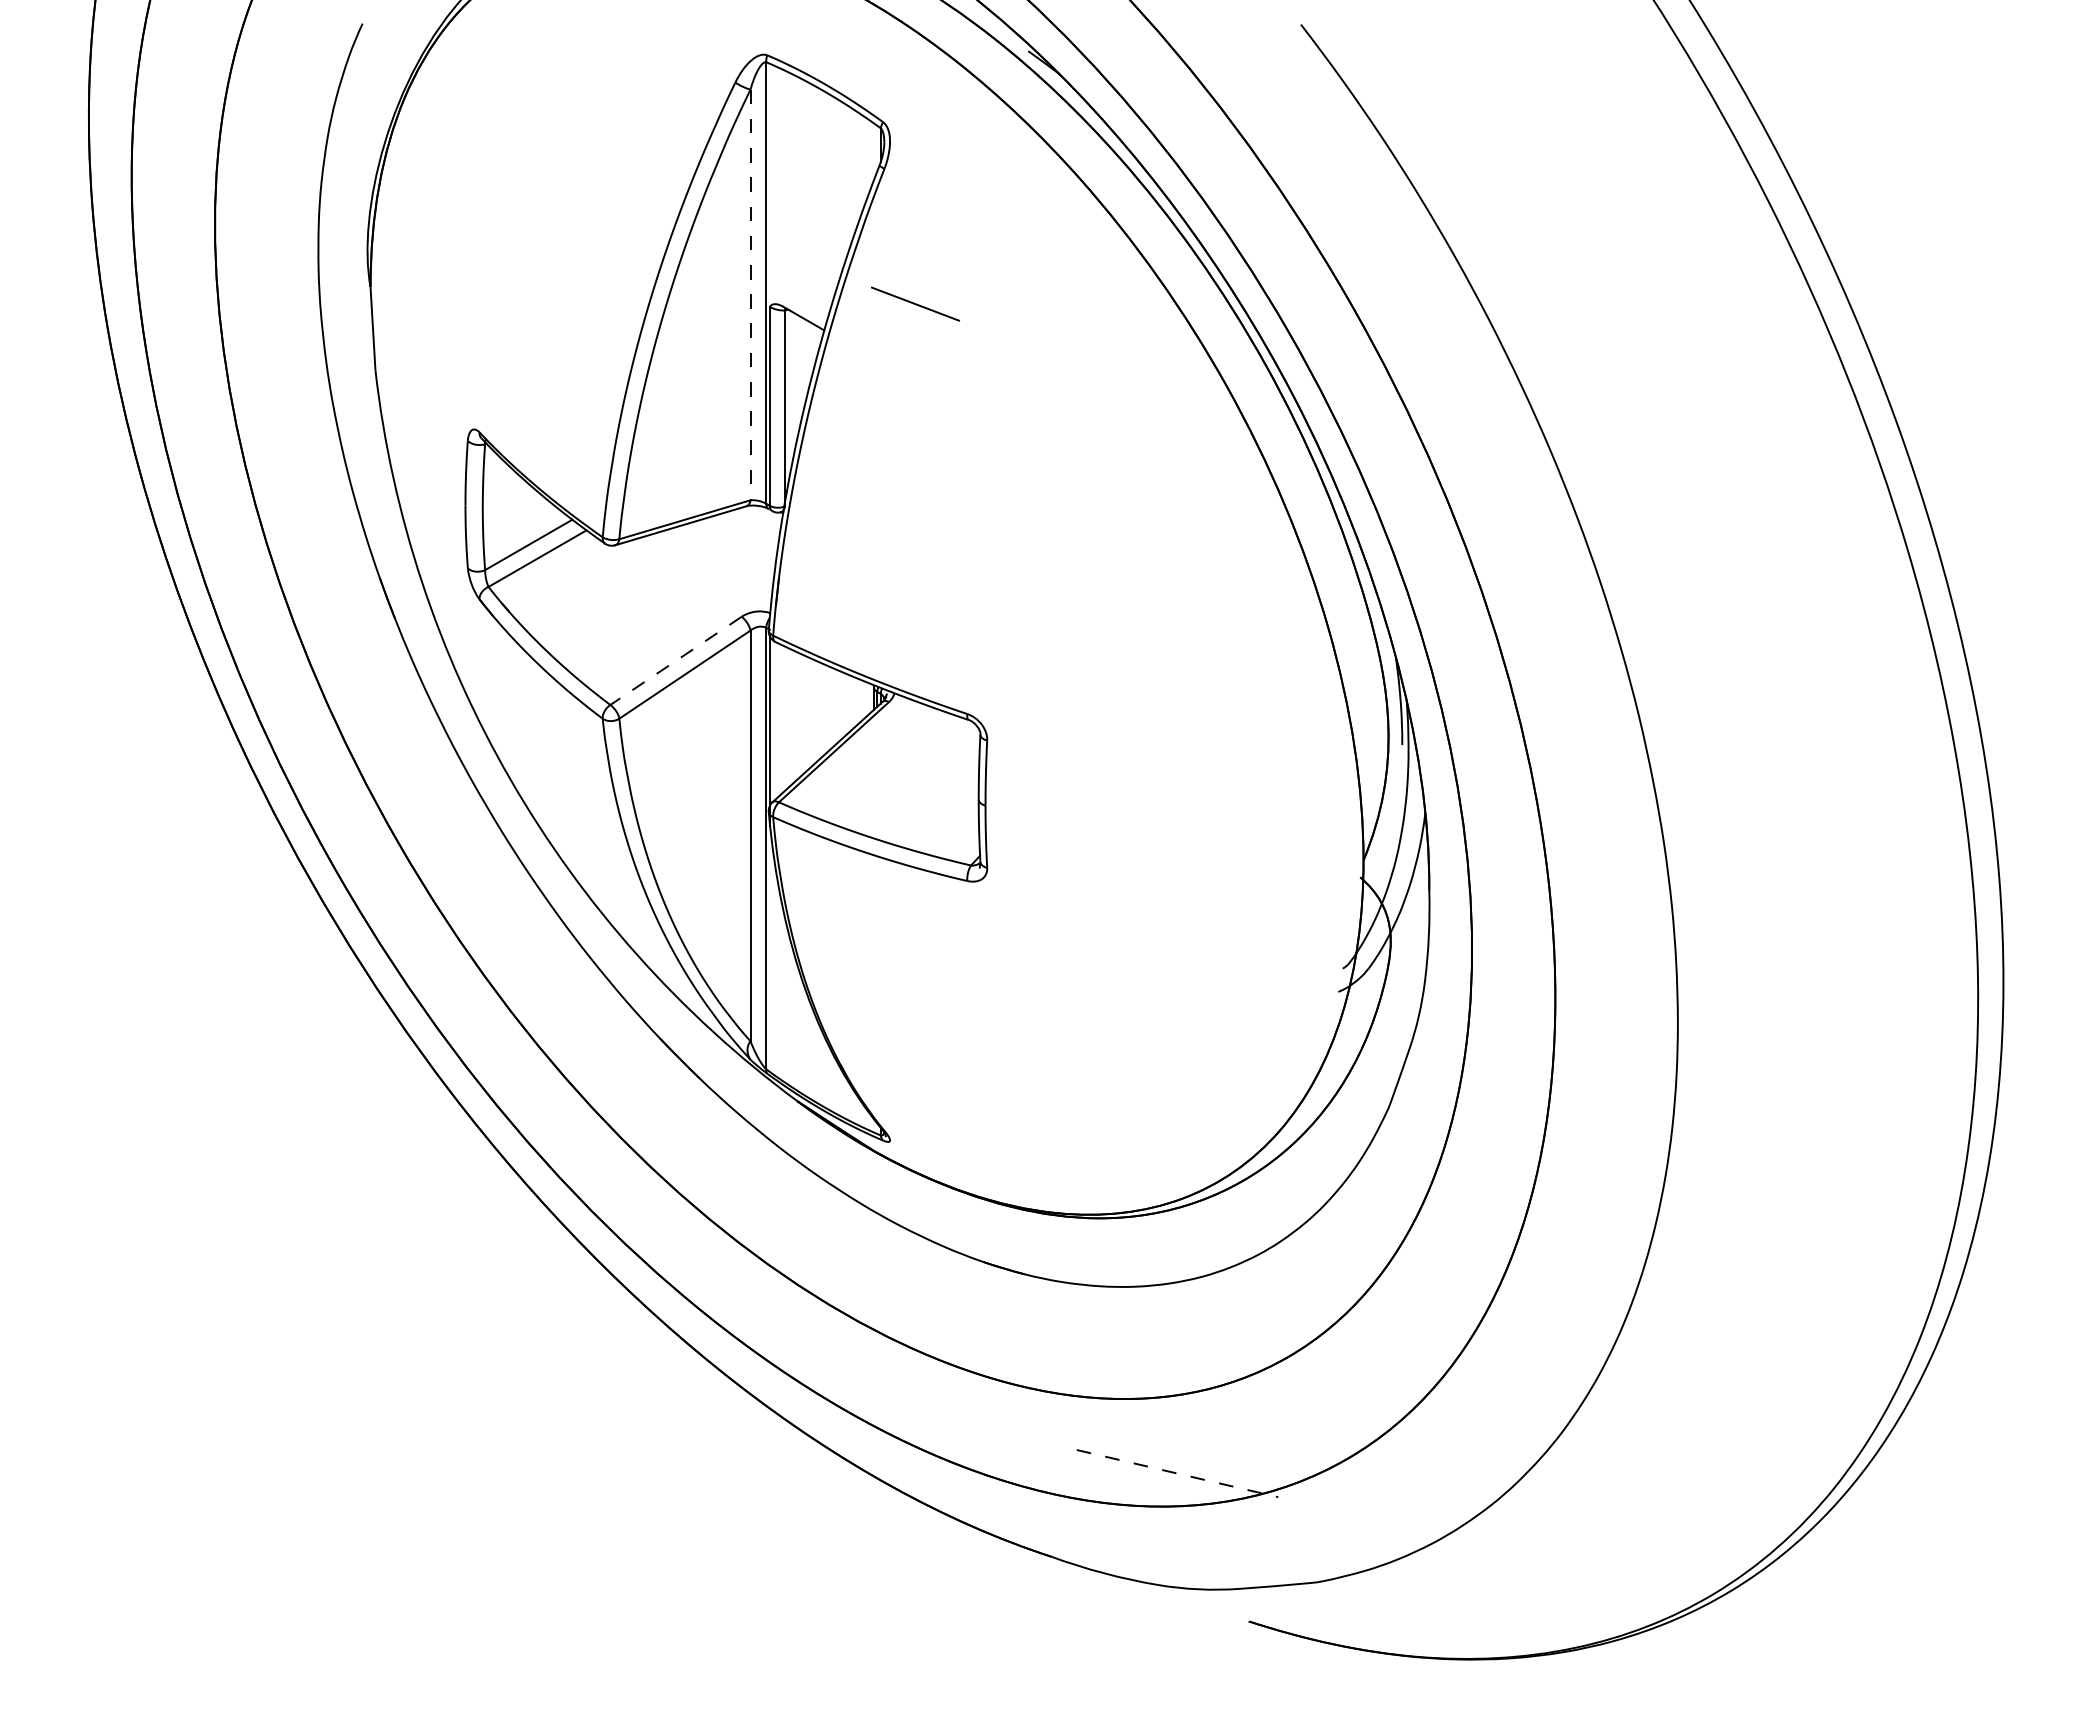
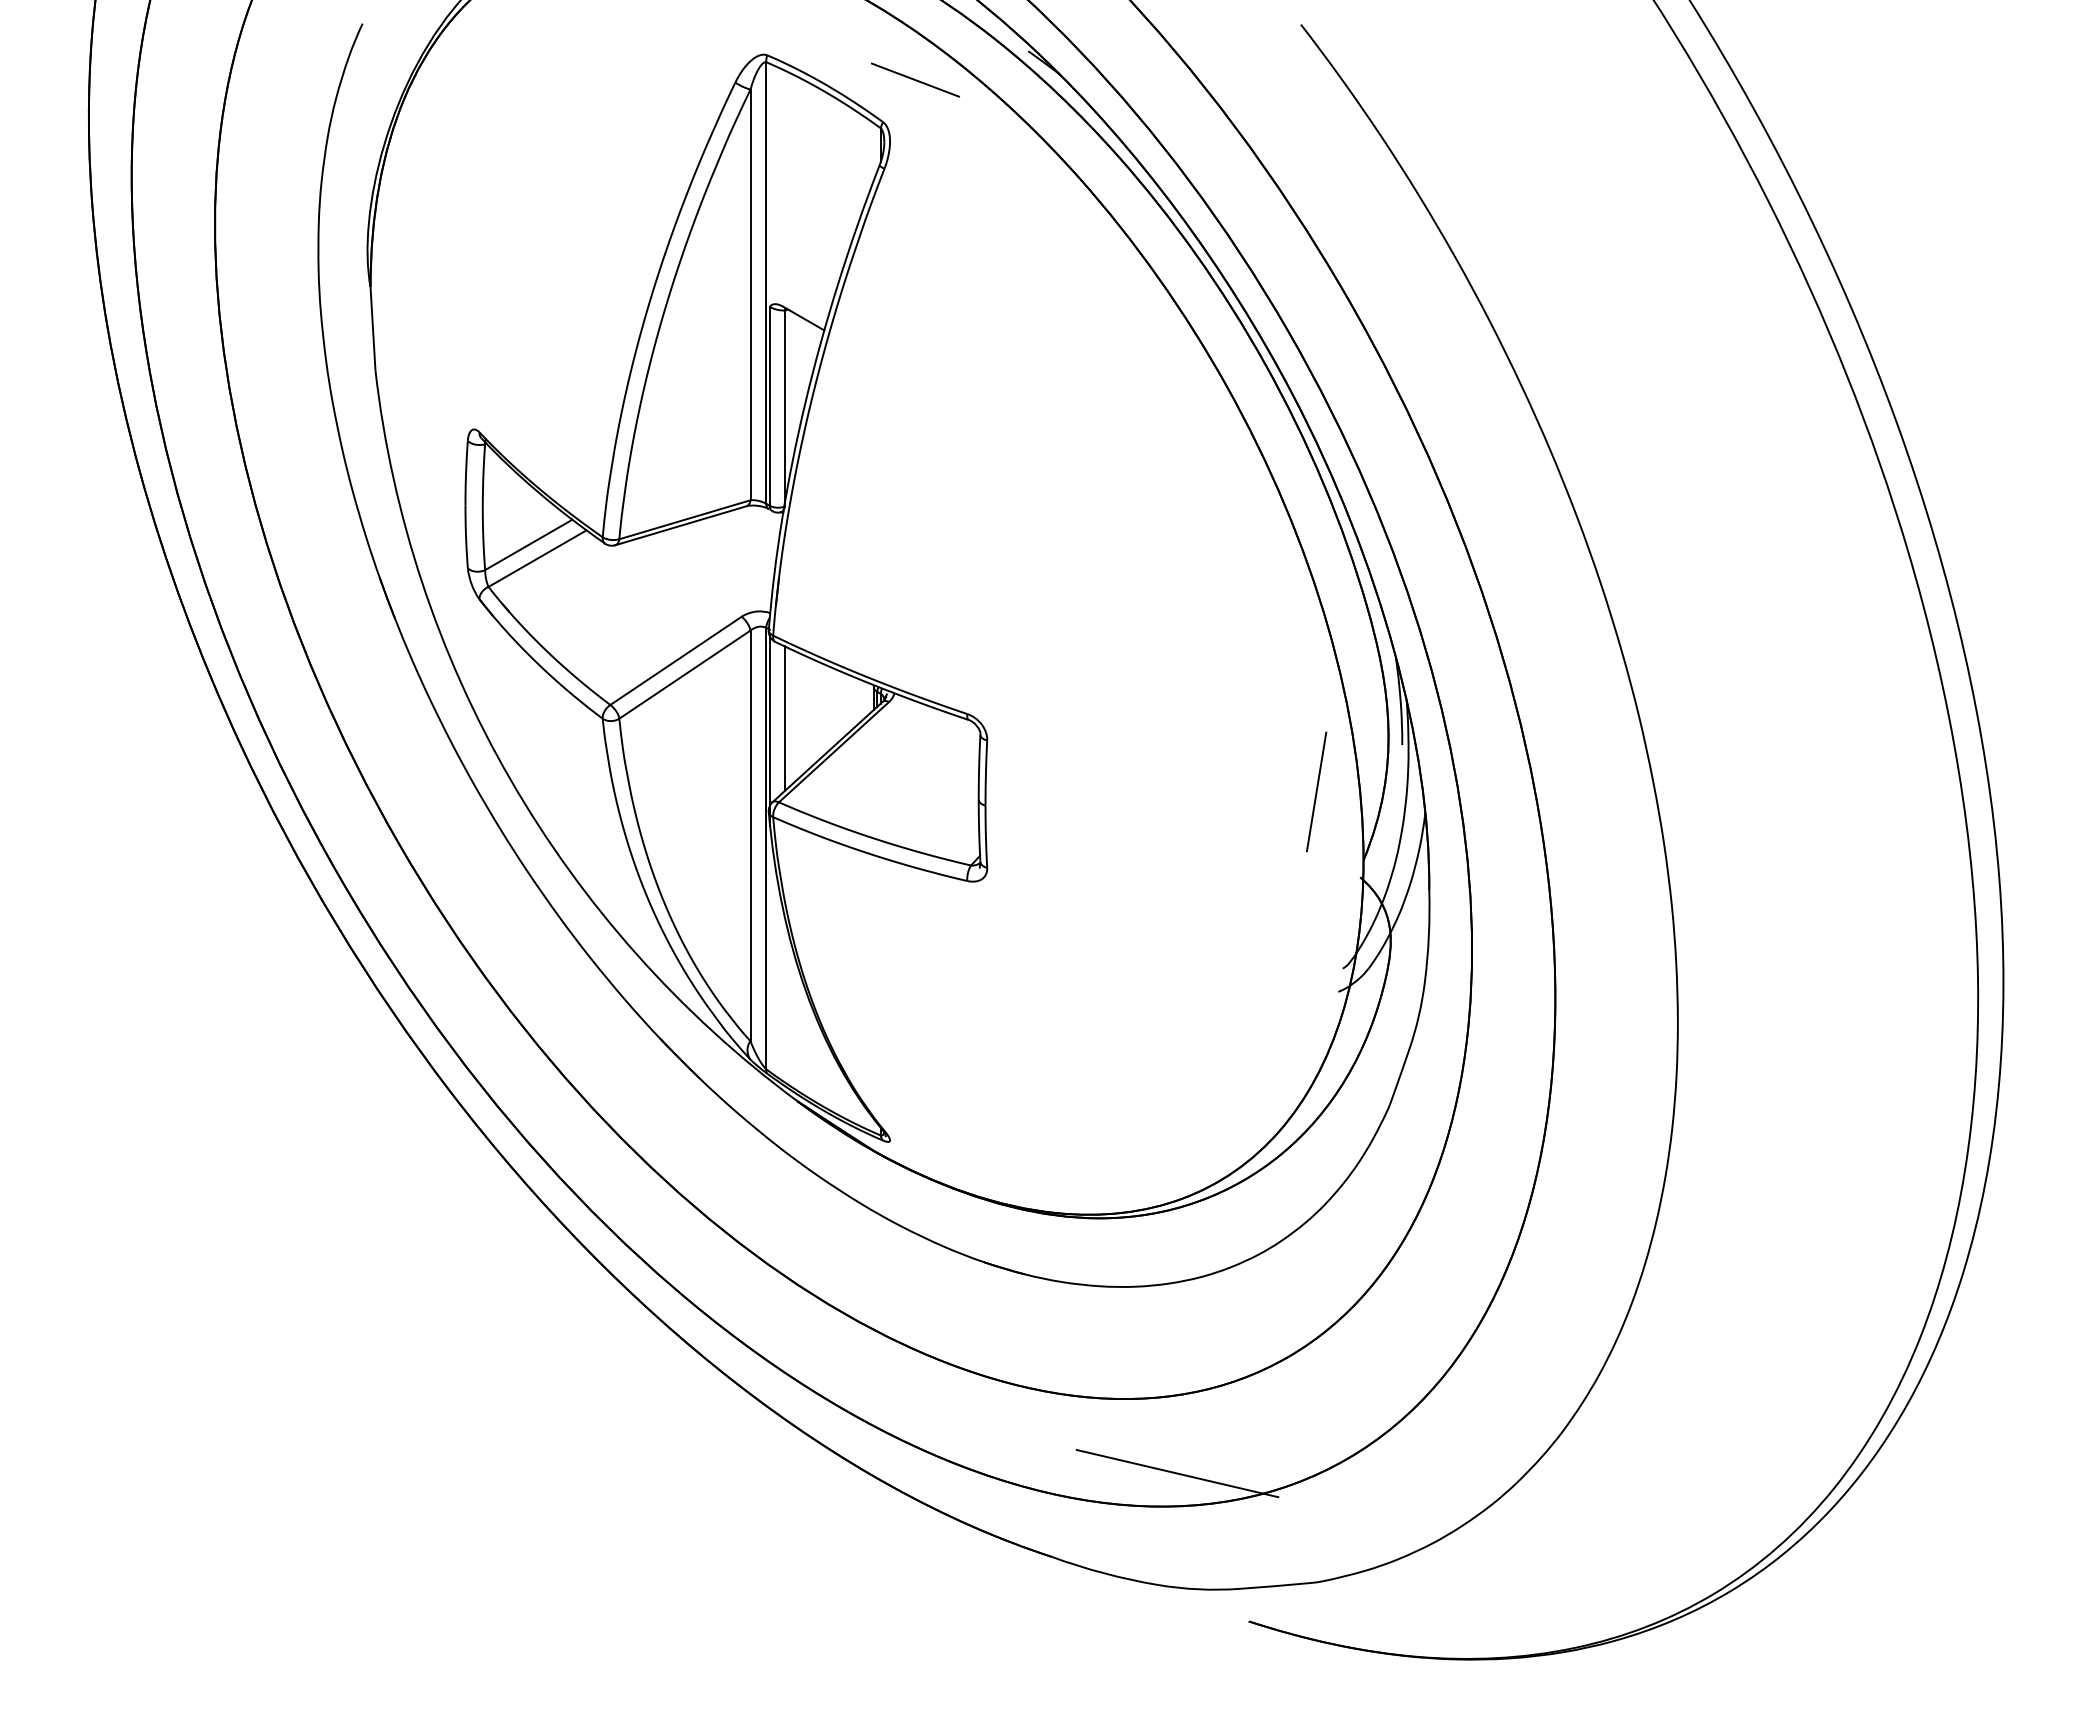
line at (750, 295): dashed -> solid
line at (915, 303) position: (915, 303) -> (915, 79)
line at (675, 661): dashed -> solid
line at (784, 718): none -> present
line at (1316, 791): none -> present
line at (1178, 1473): dashed -> solid
